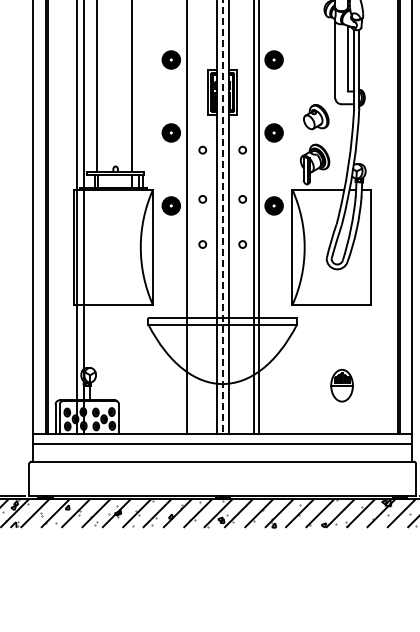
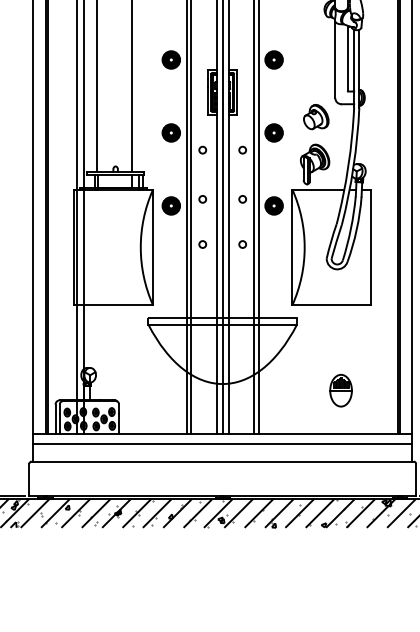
line at (222, 217): dashed -> solid
line at (191, 218): none -> present
part at (341, 385) position: (341, 385) -> (340, 390)
